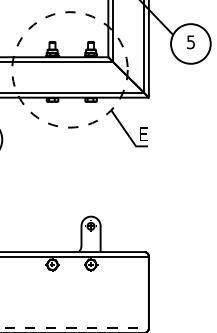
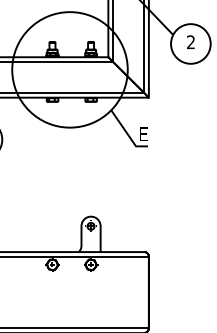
text at (190, 42): 5 -> 2
circle at (69, 69): dashed -> solid
line at (75, 328): dashed -> solid
